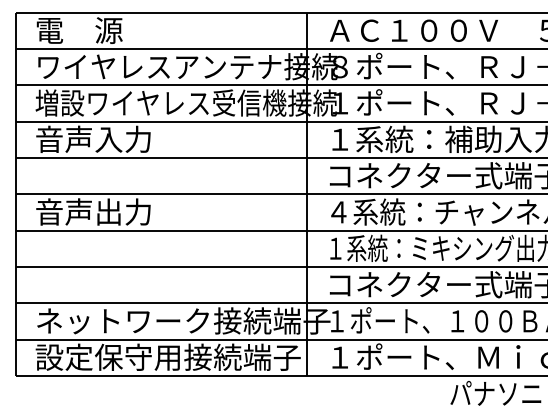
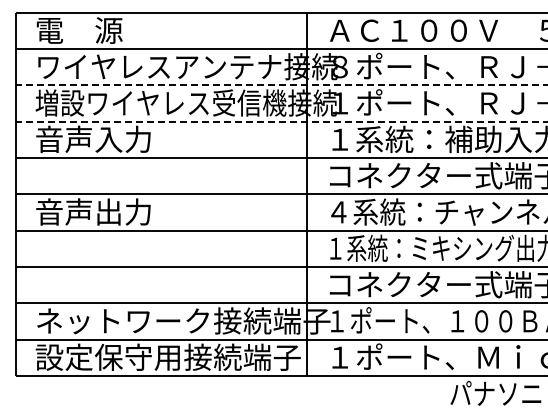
line at (281, 85): solid -> dashed
line at (281, 121): solid -> dashed
